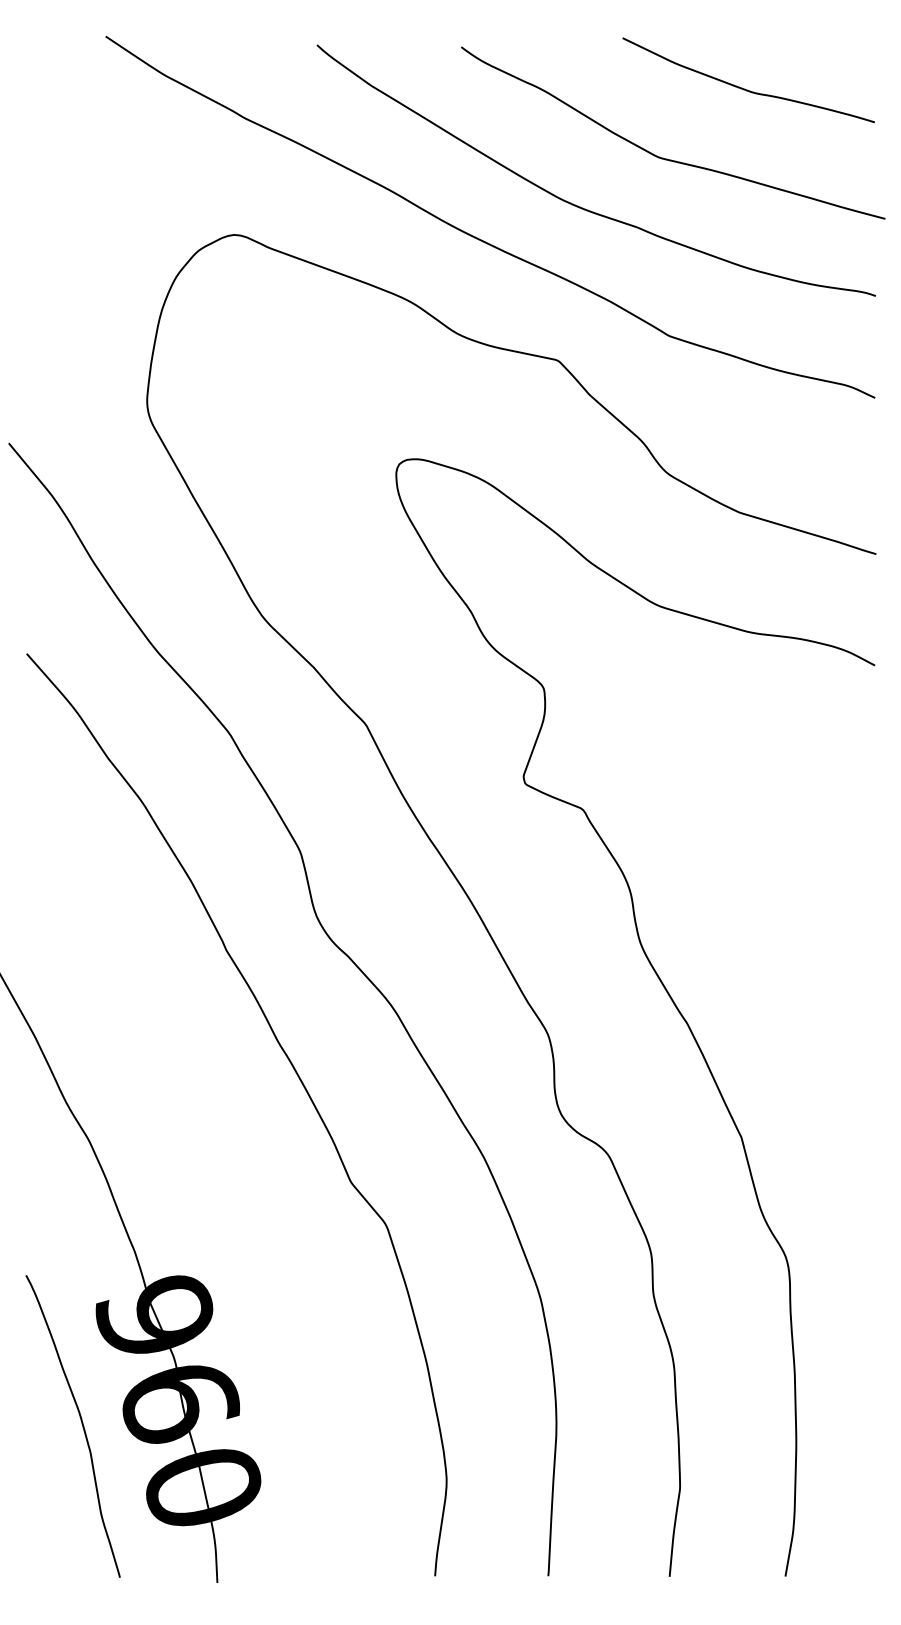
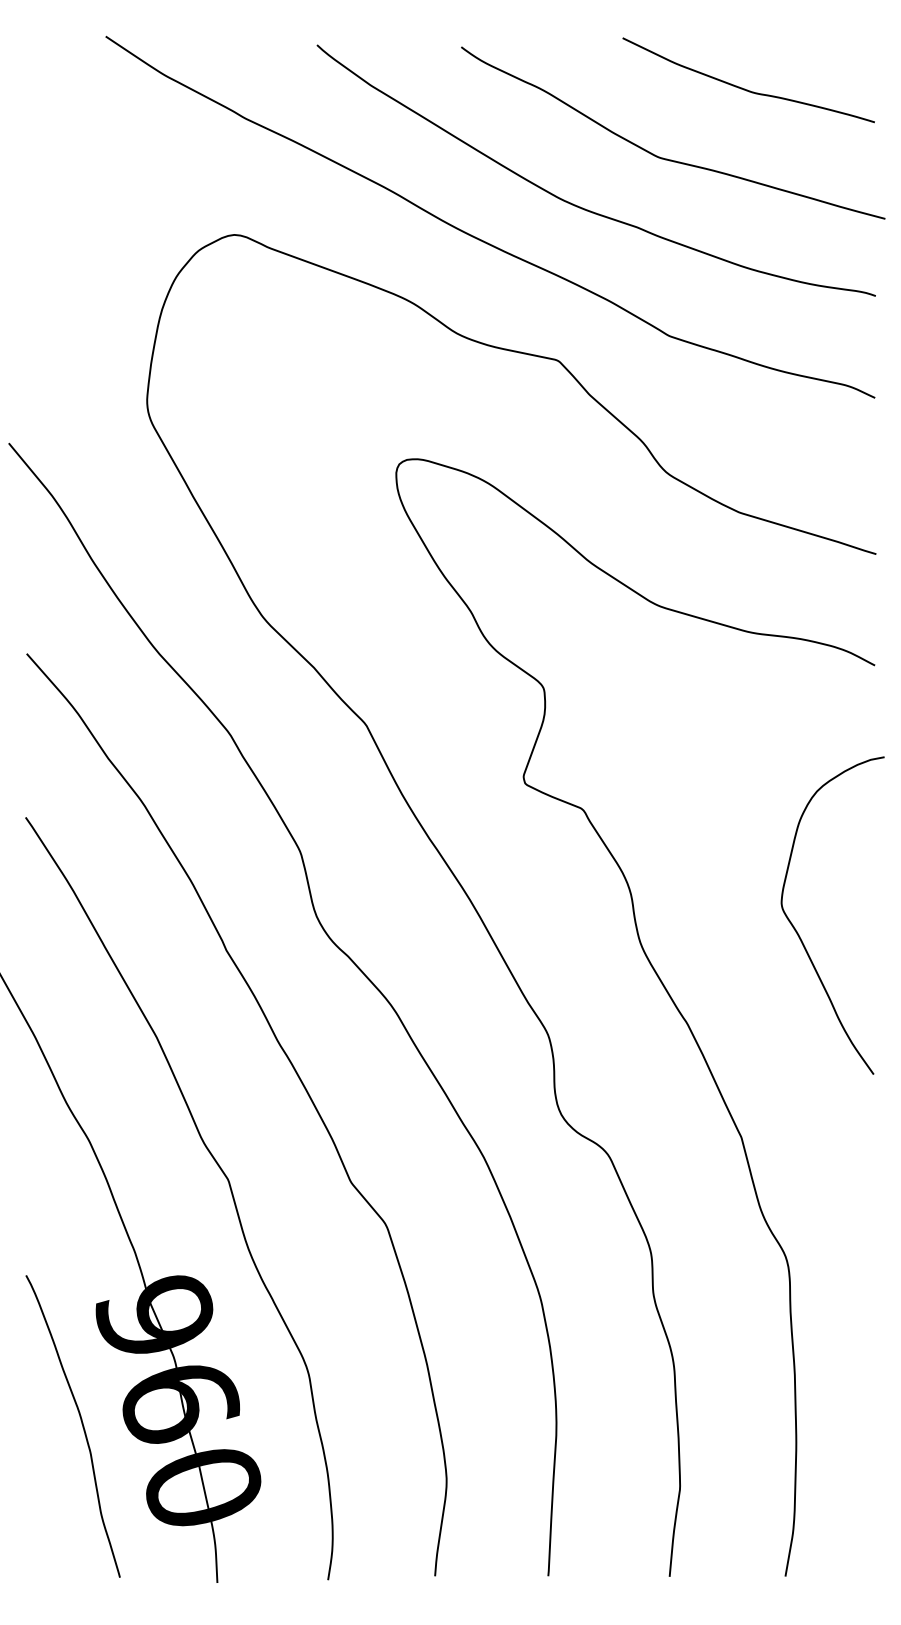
curve at (799, 934): none -> present
curve at (220, 1170): none -> present
